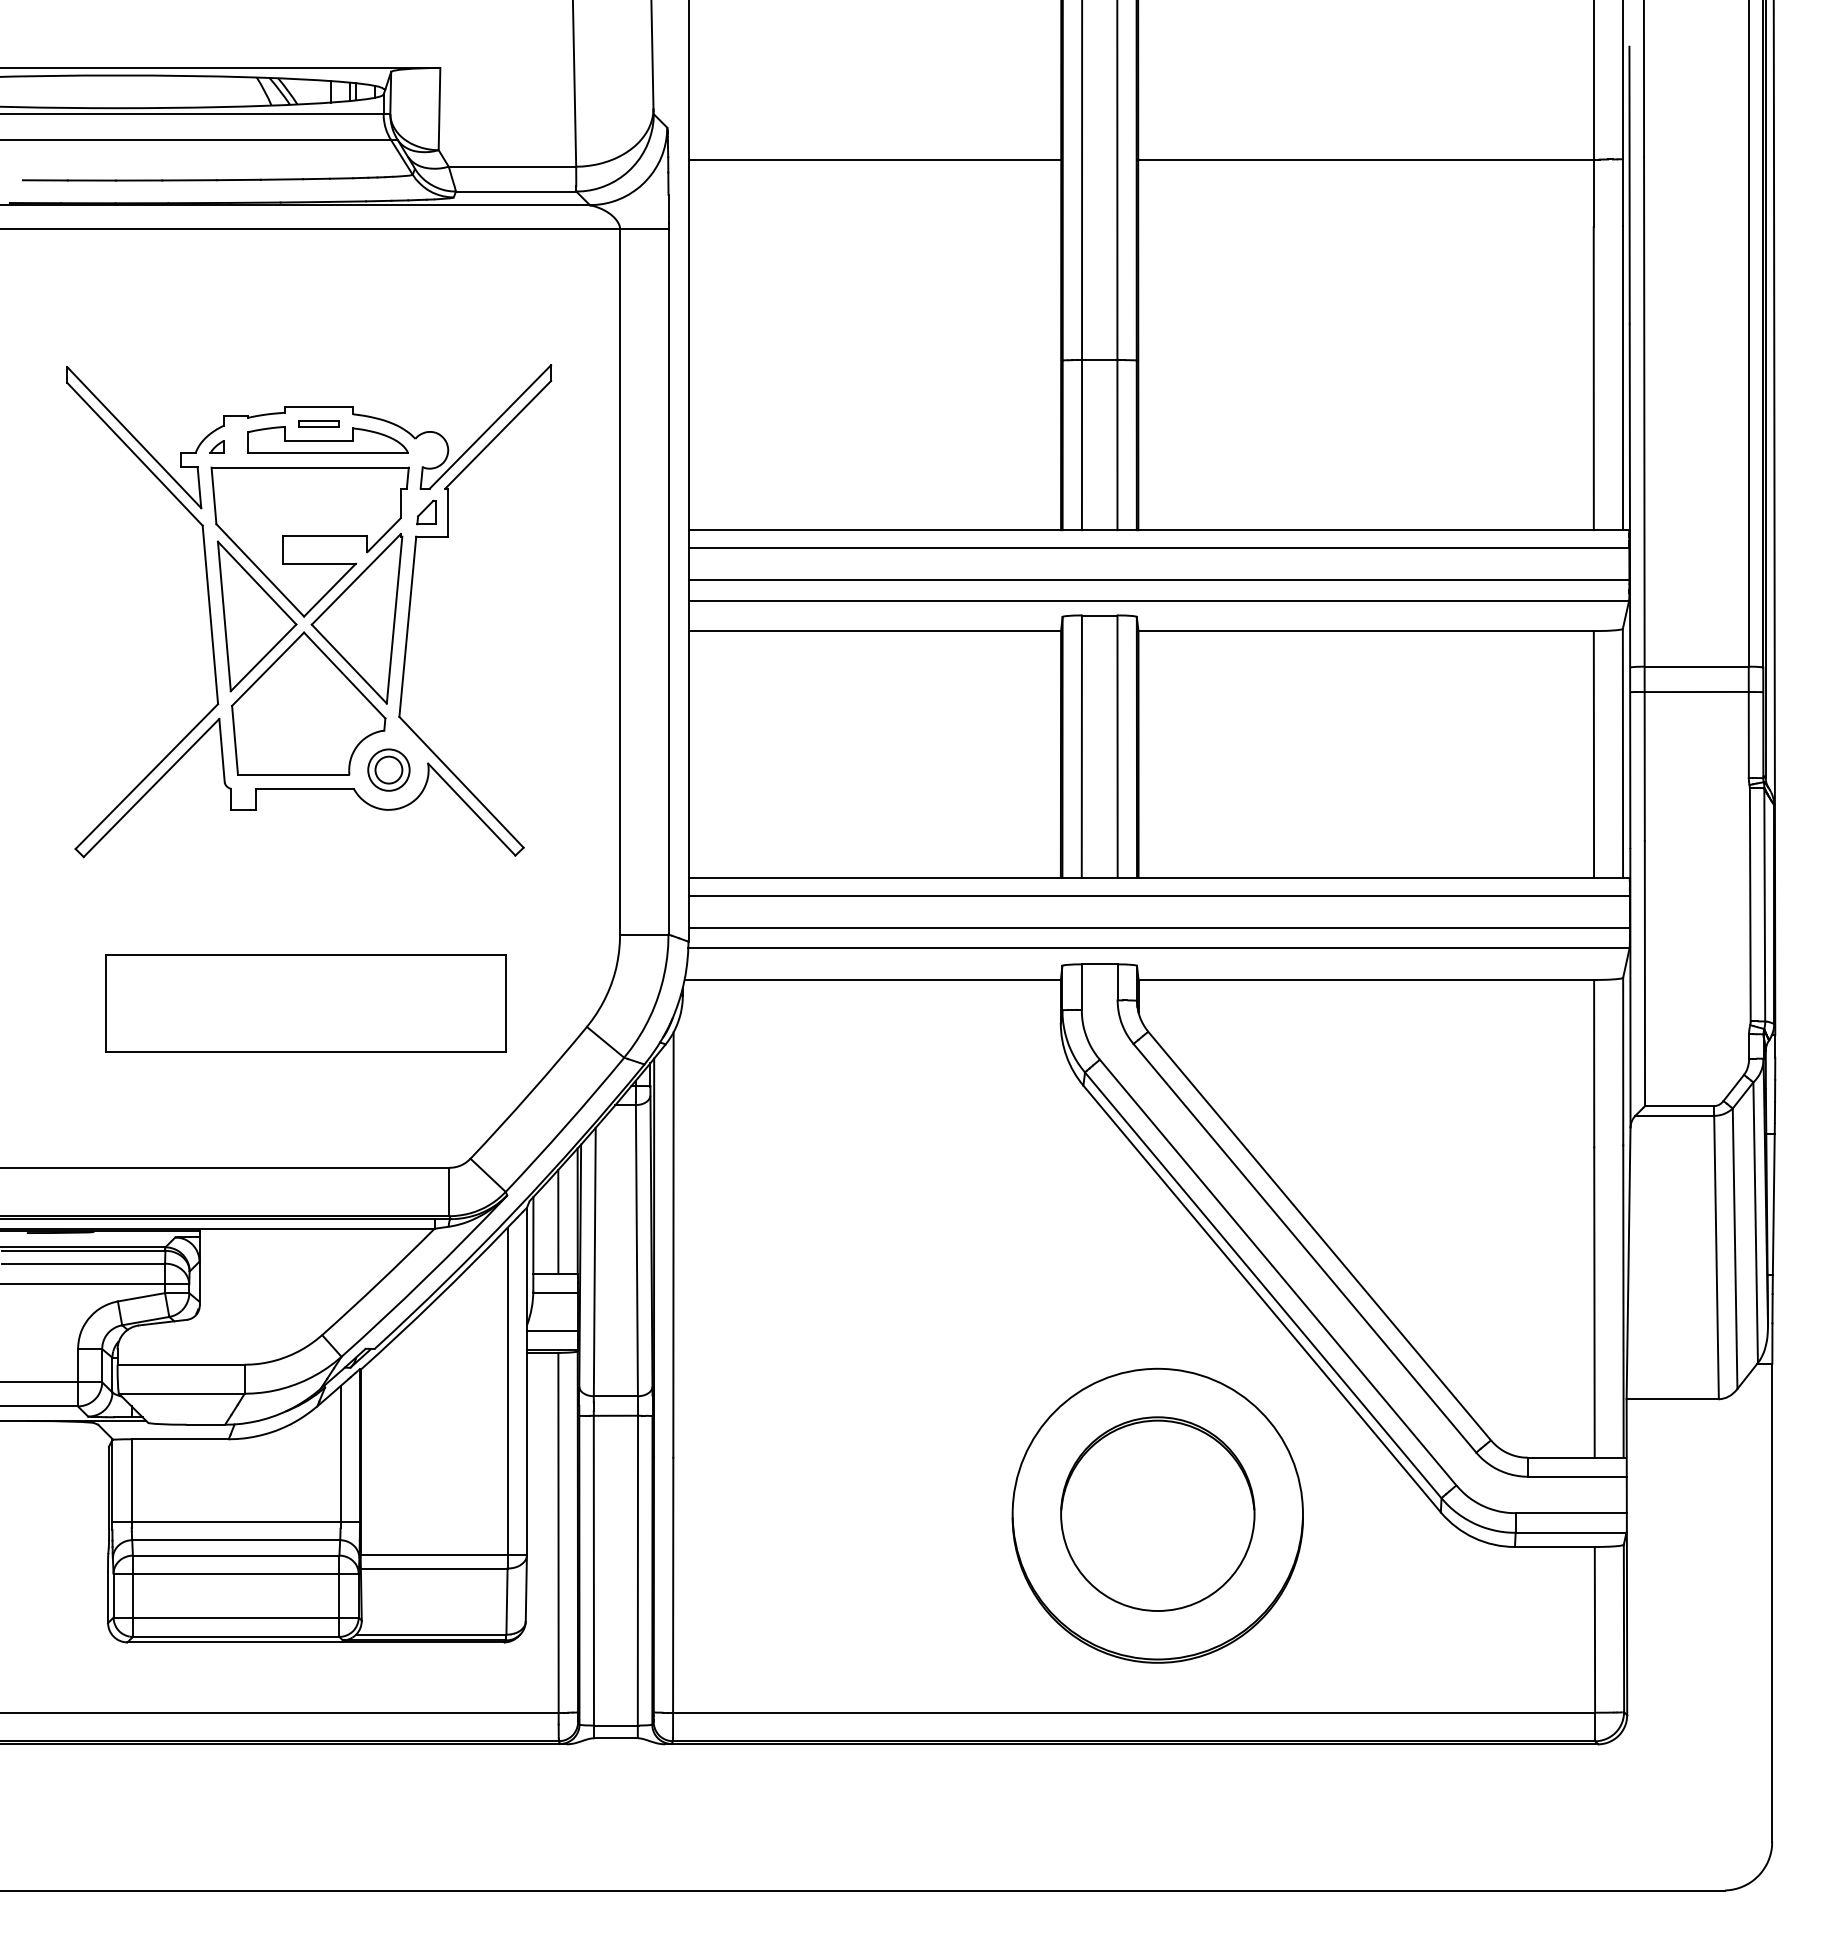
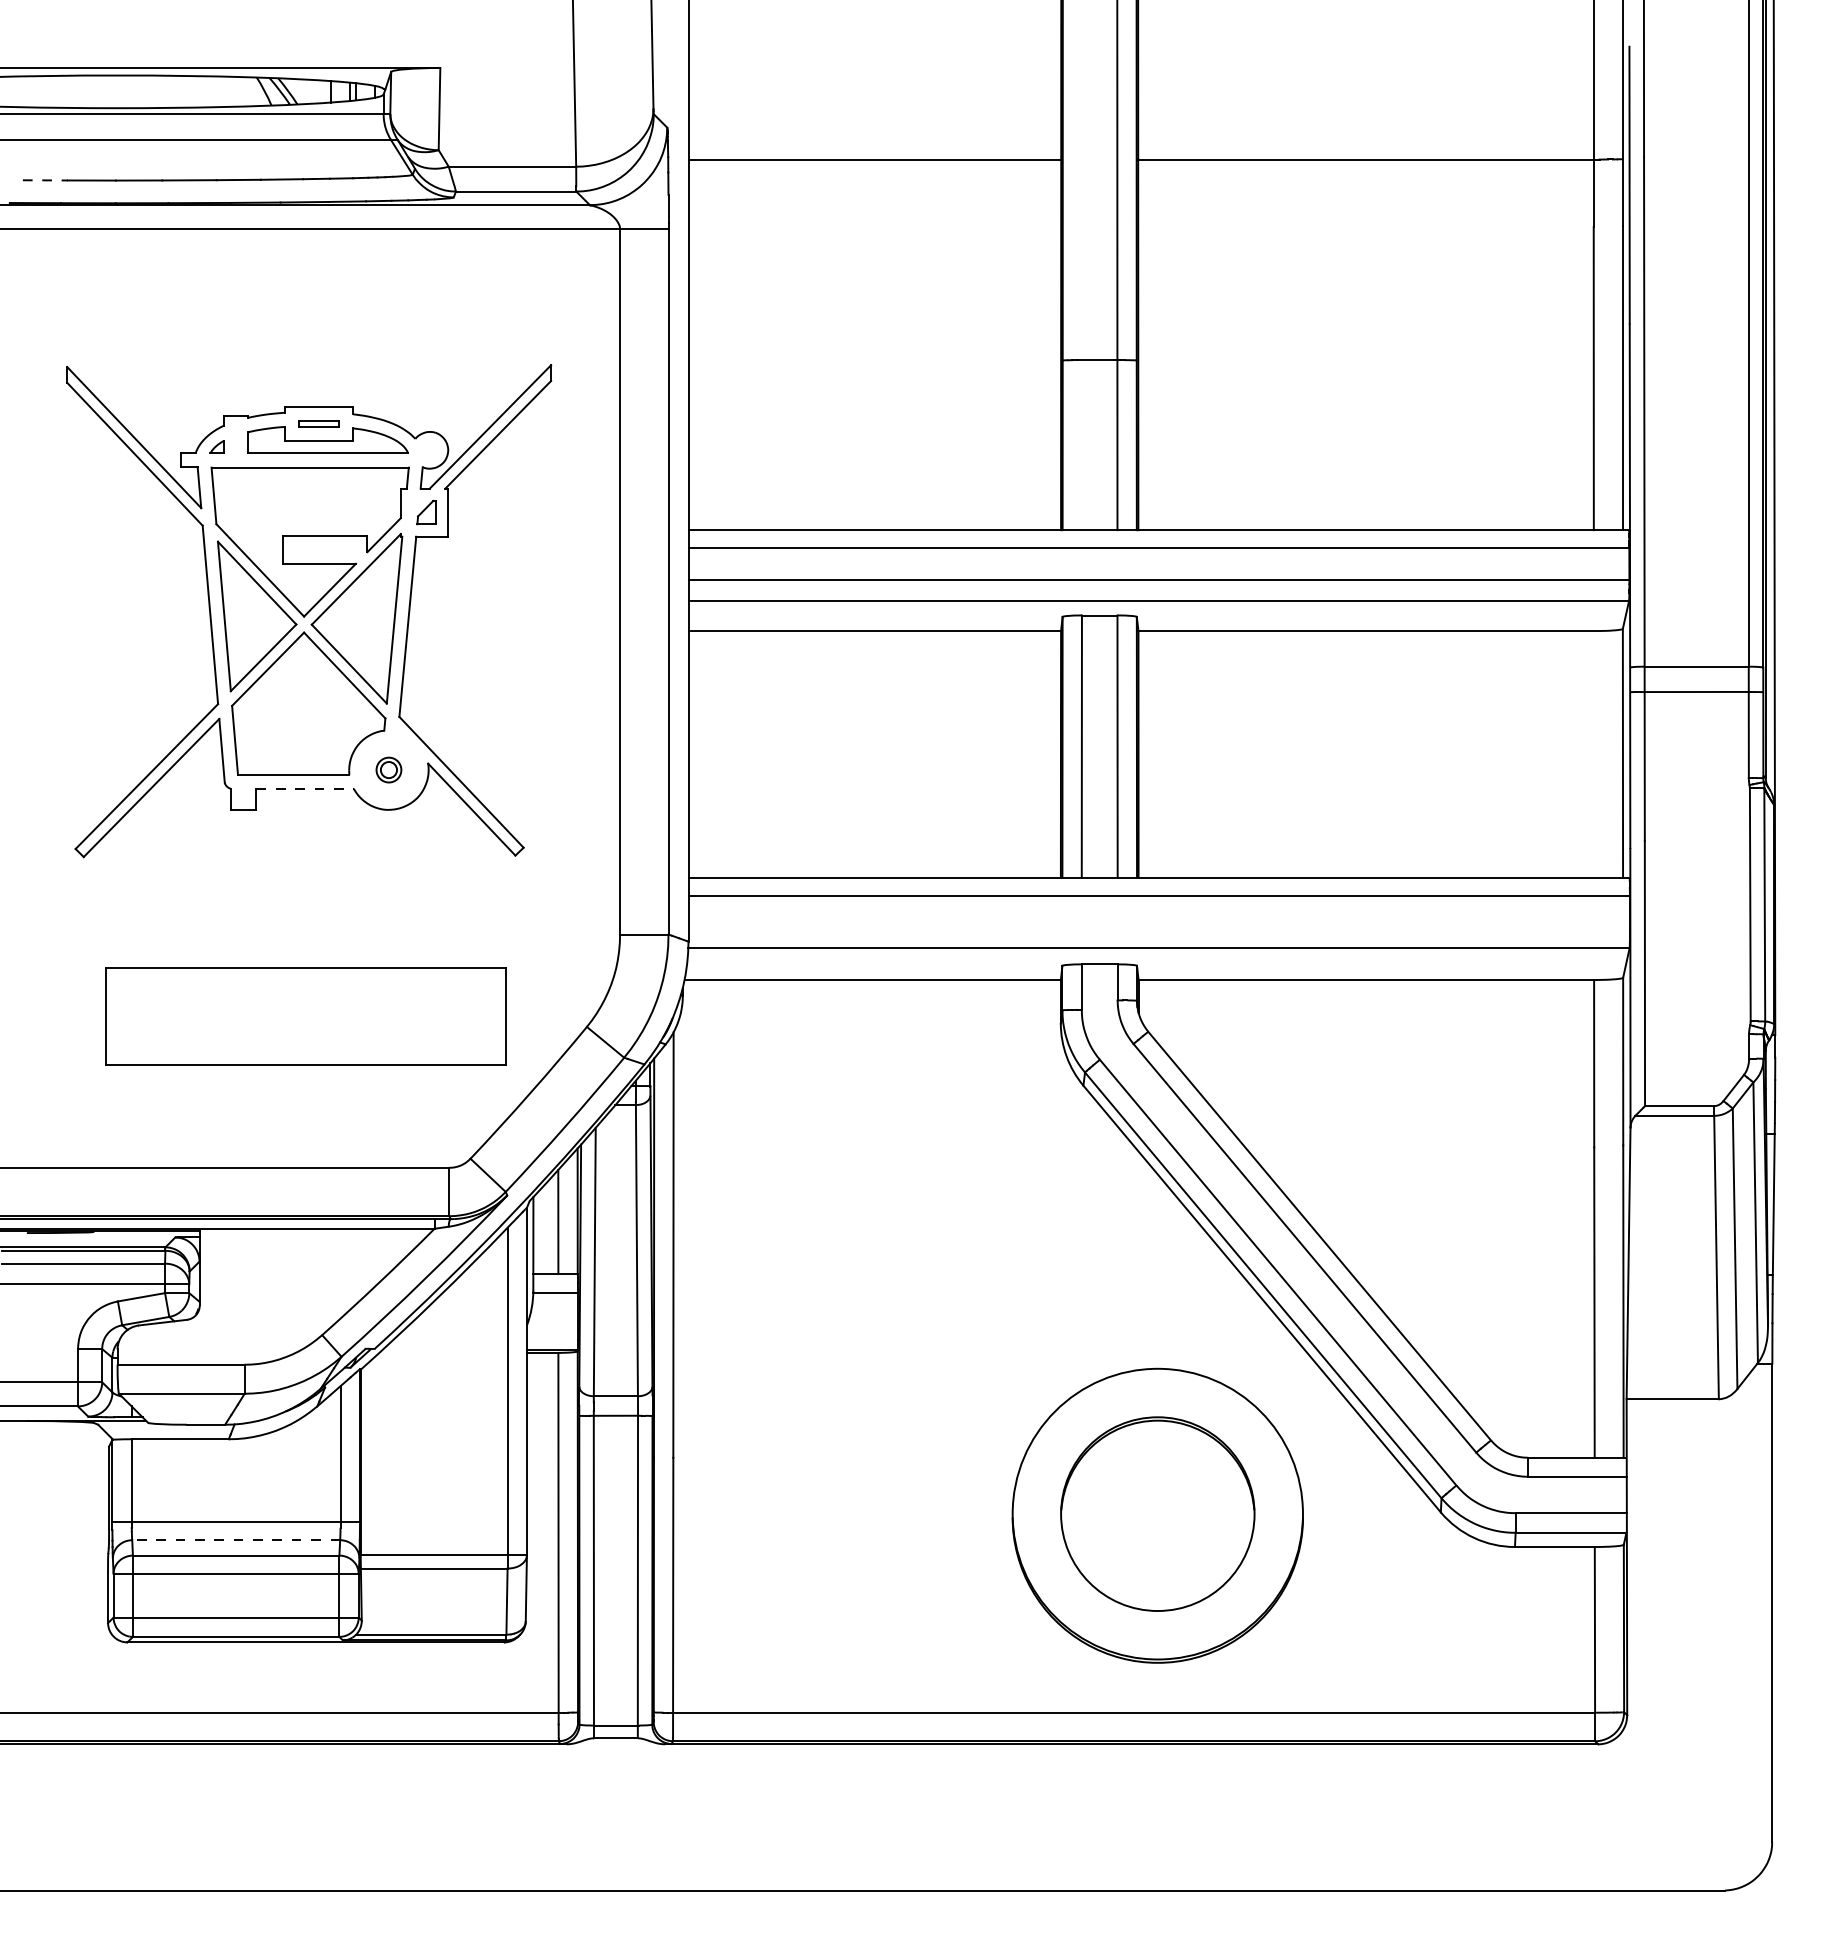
line at (45, 180): solid -> dashed
line at (1081, 266): present -> none
line at (1593, 754): present -> none
part at (388, 769) size: 44x44 px -> 28x28 px
line at (305, 788): solid -> dashed
line at (1159, 927): present -> none
part at (305, 1003) position: (305, 1003) -> (305, 1016)
line at (552, 1330): present -> none
line at (236, 1540): solid -> dashed
